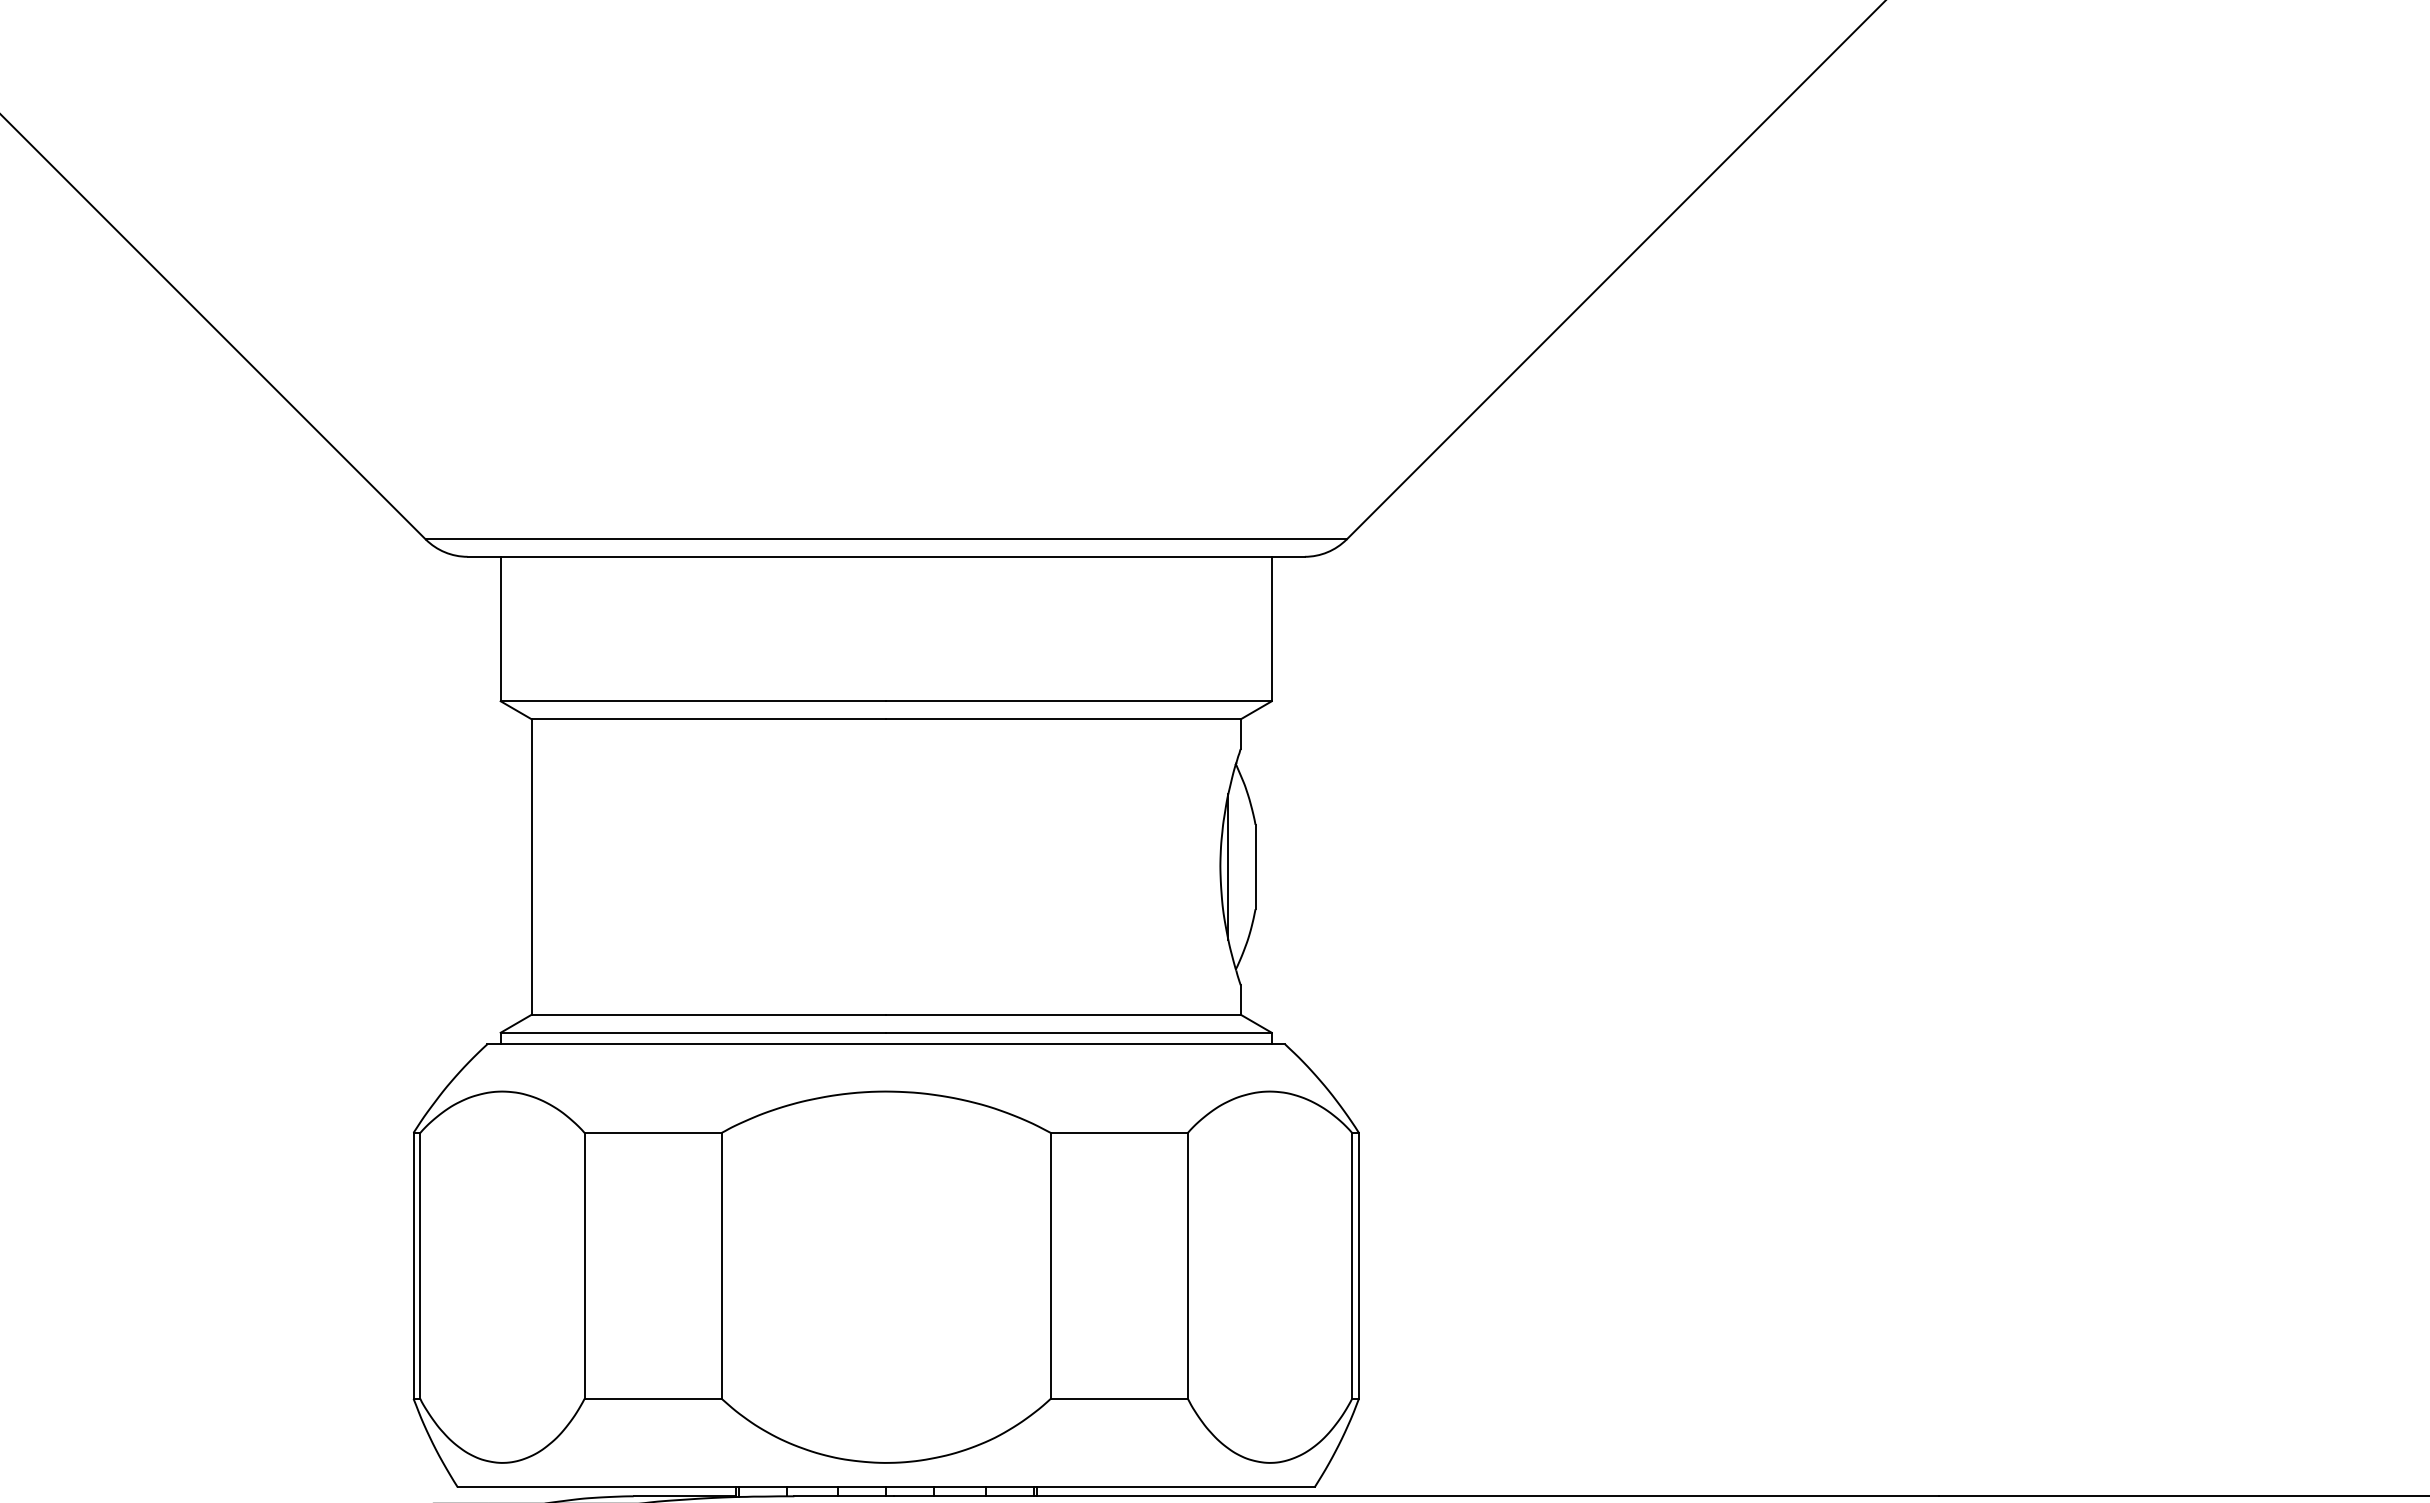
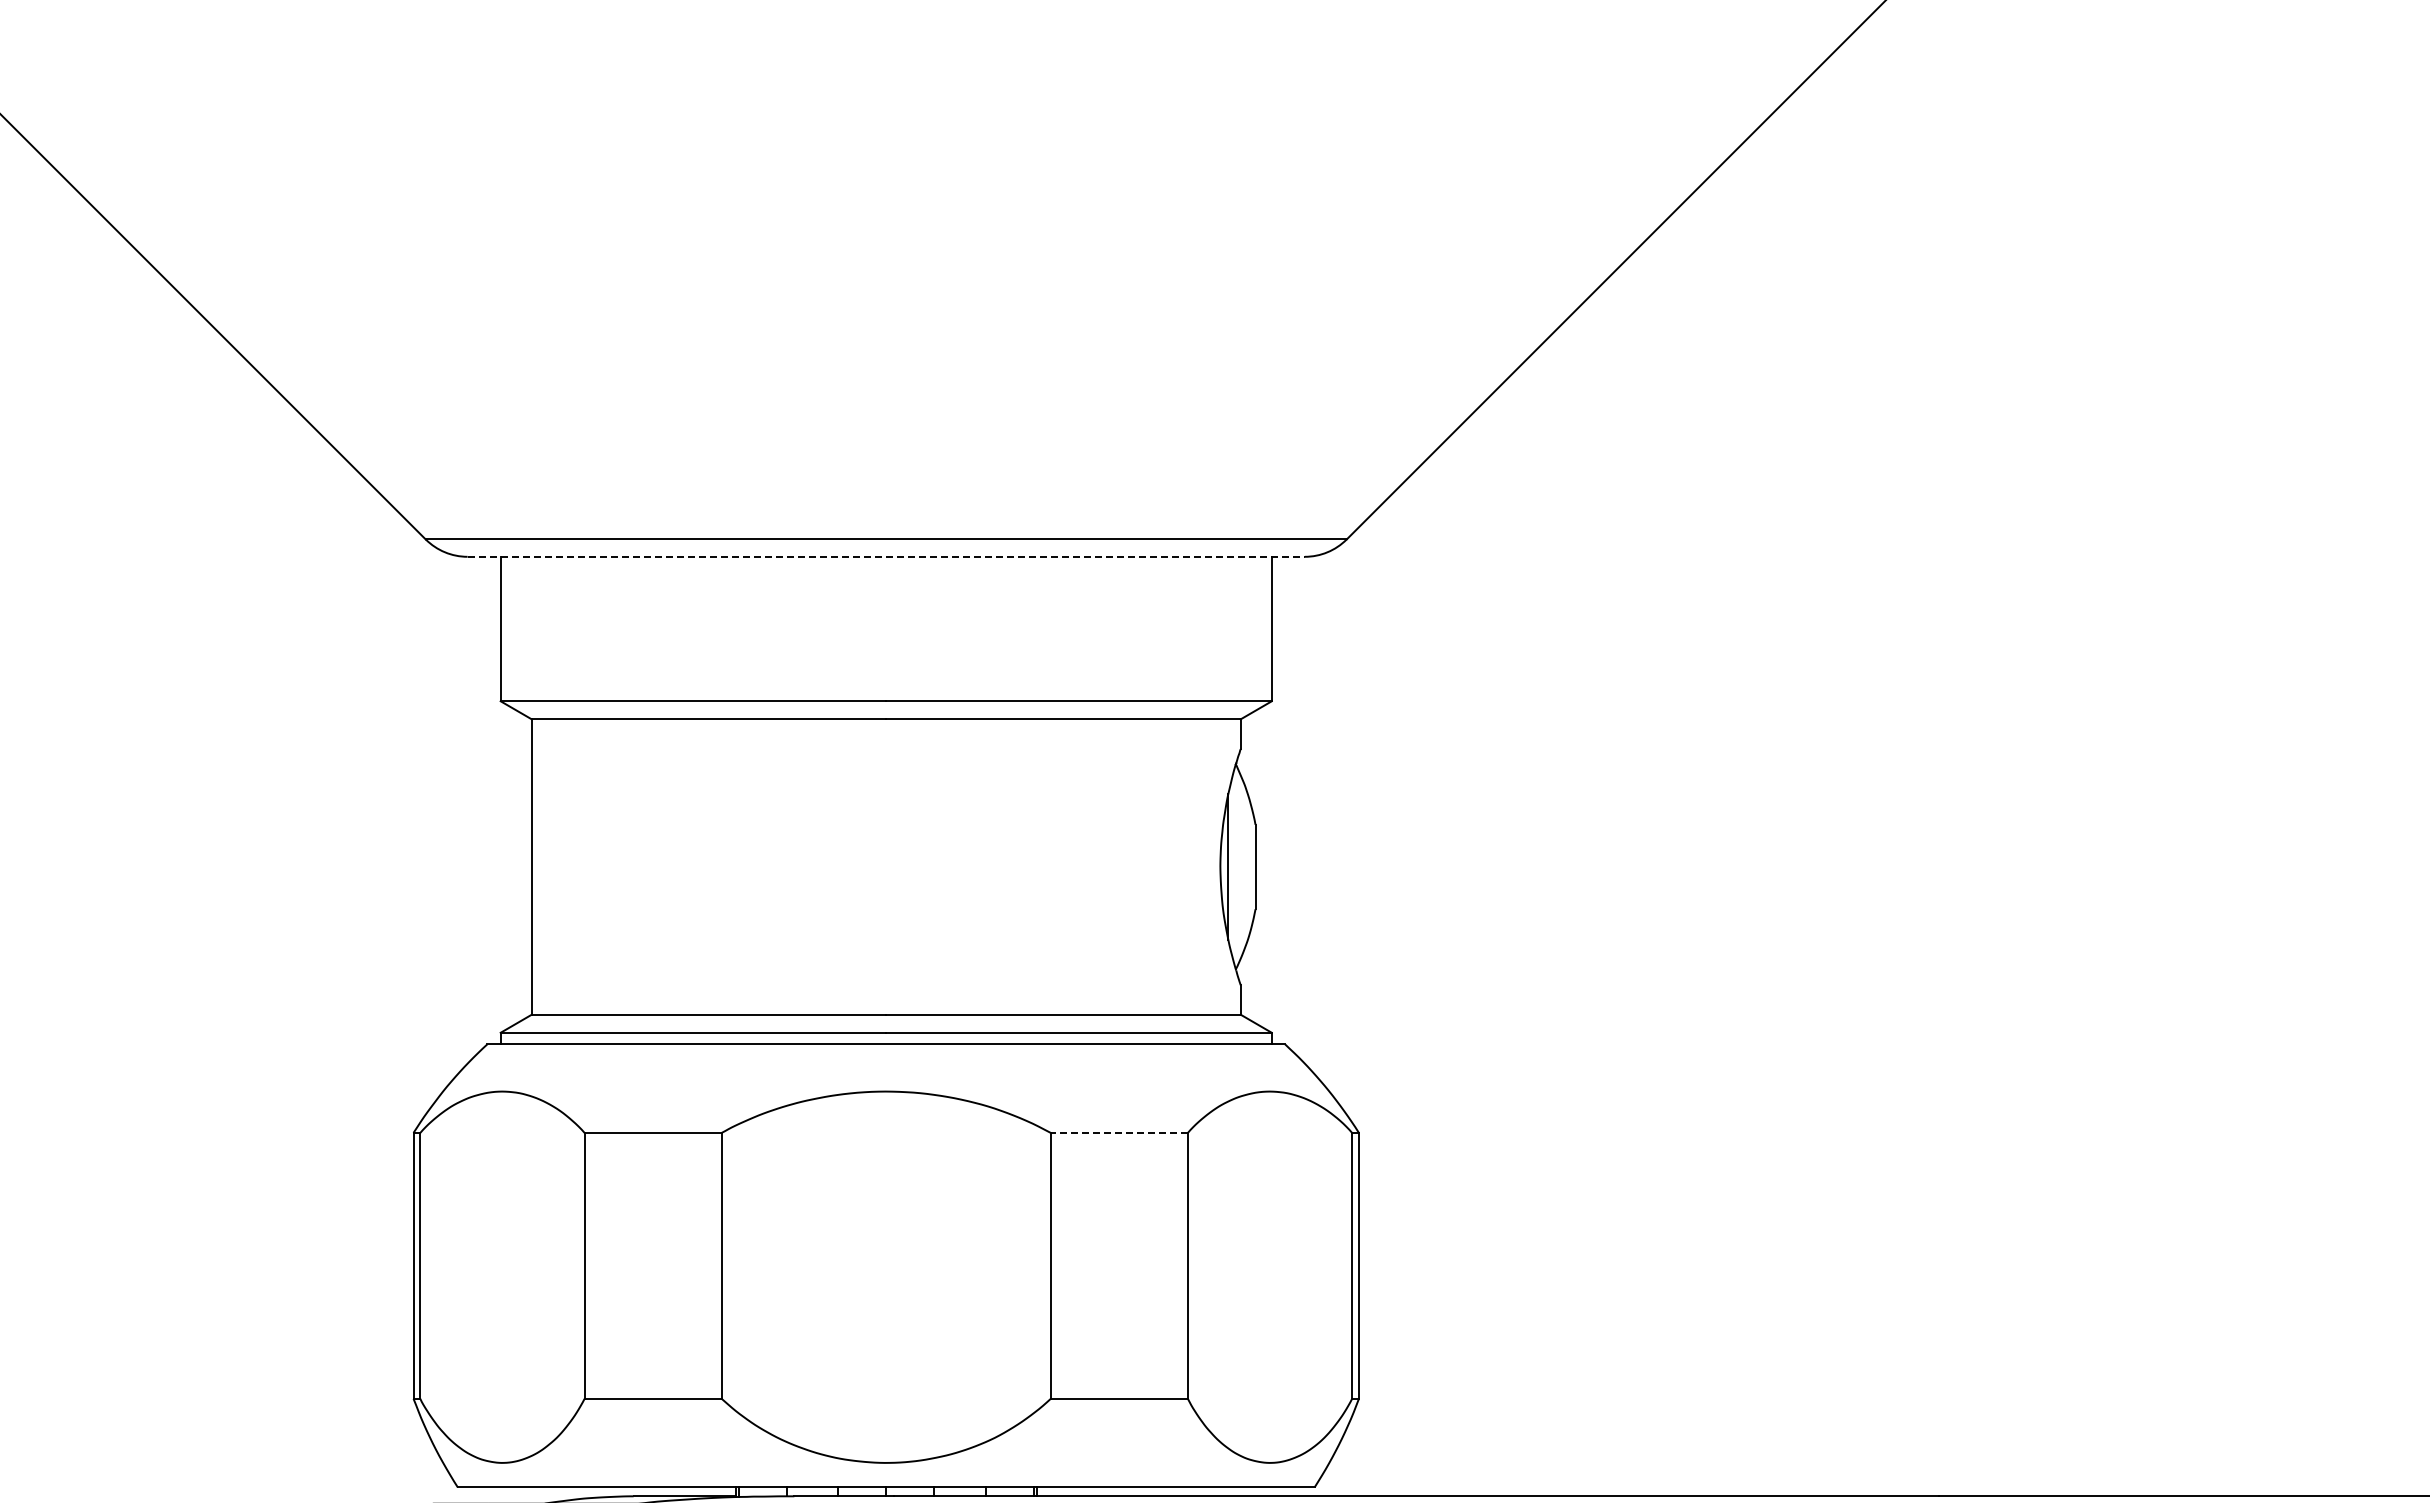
line at (886, 556): solid -> dashed
line at (1119, 1132): solid -> dashed
